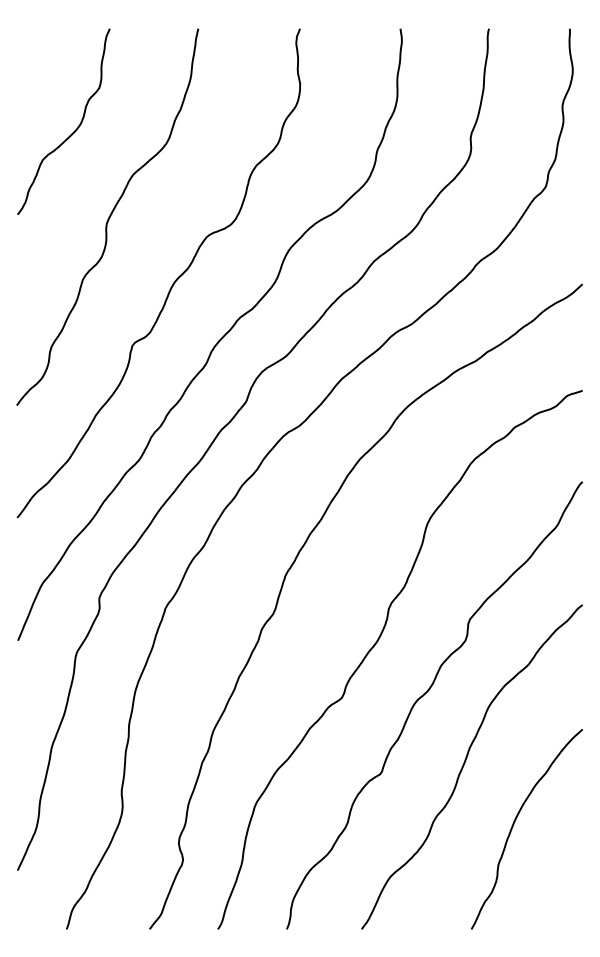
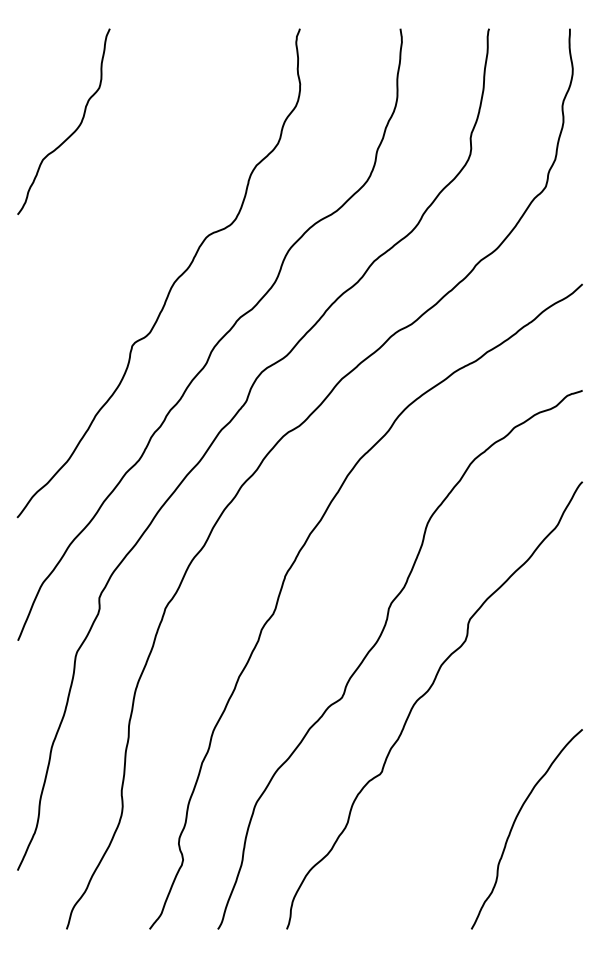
curve at (108, 217): present -> none
curve at (465, 763): present -> none
